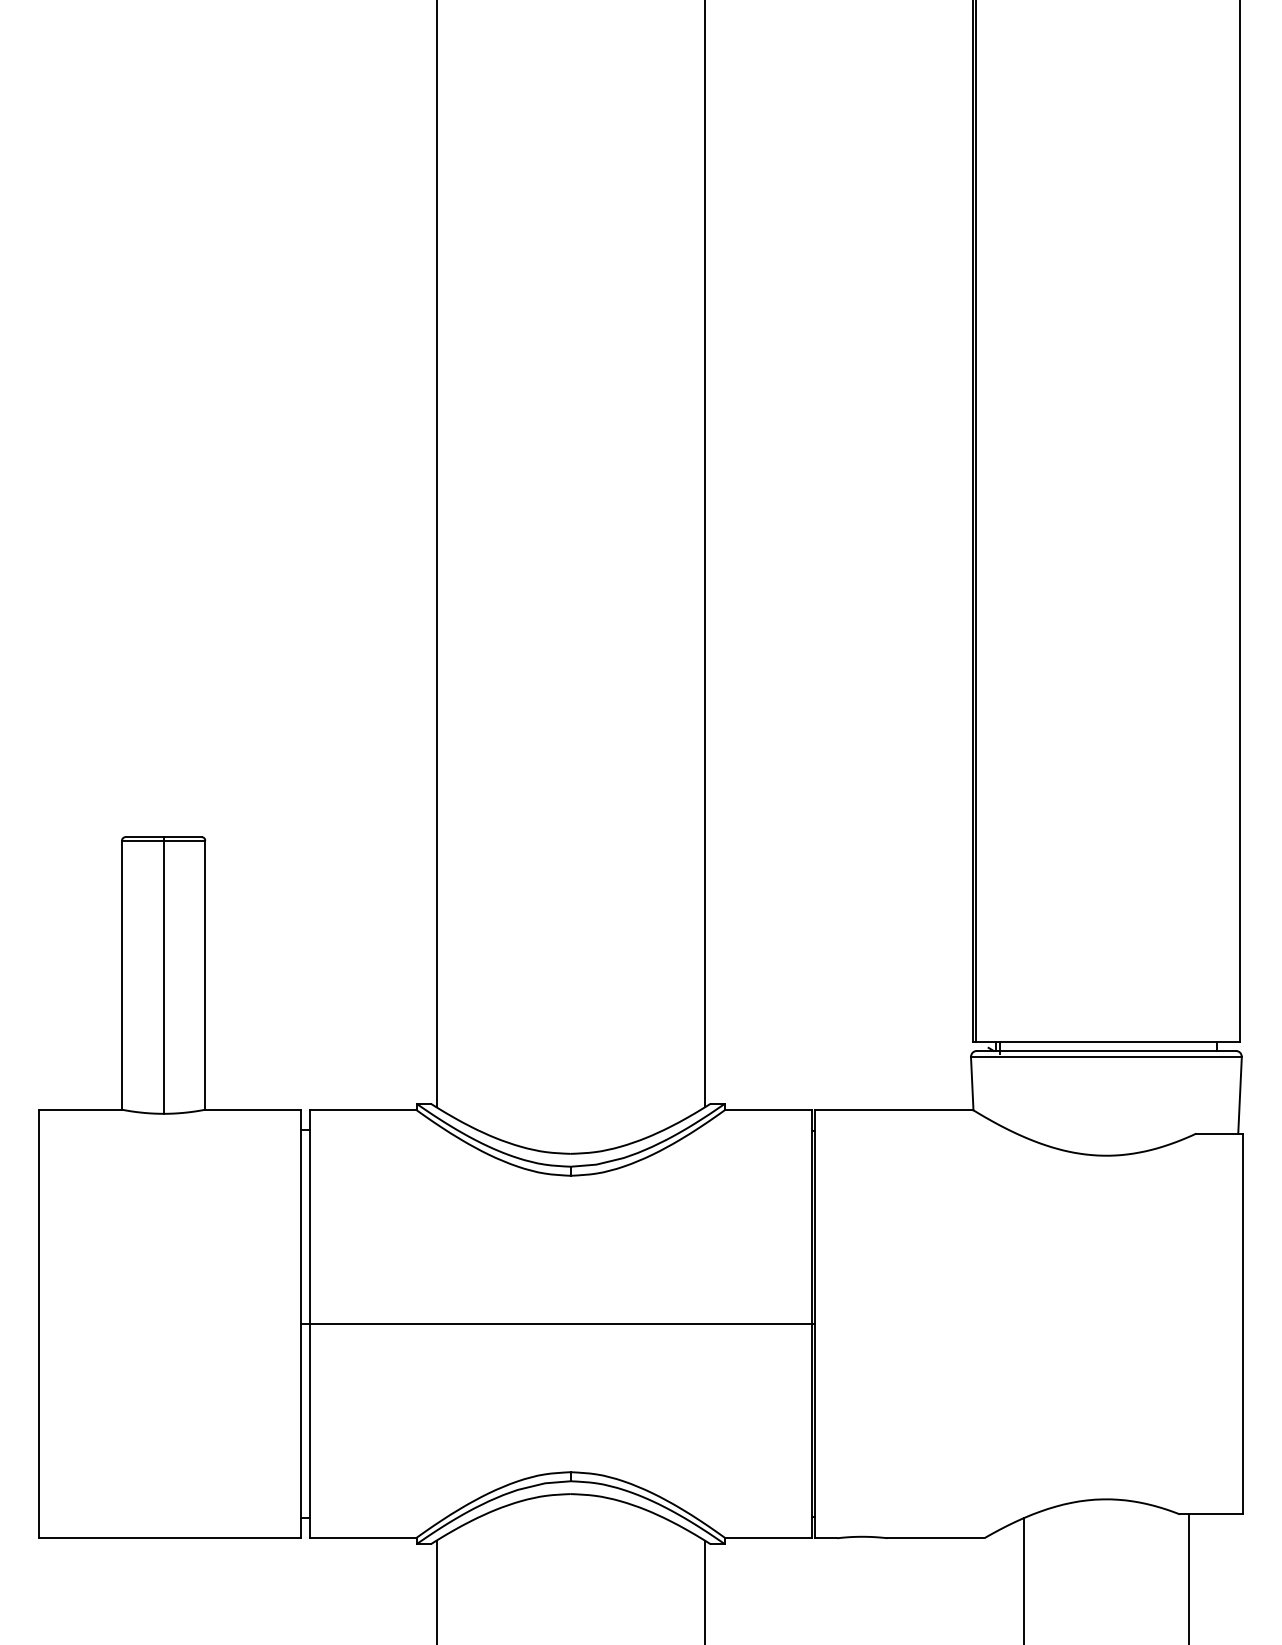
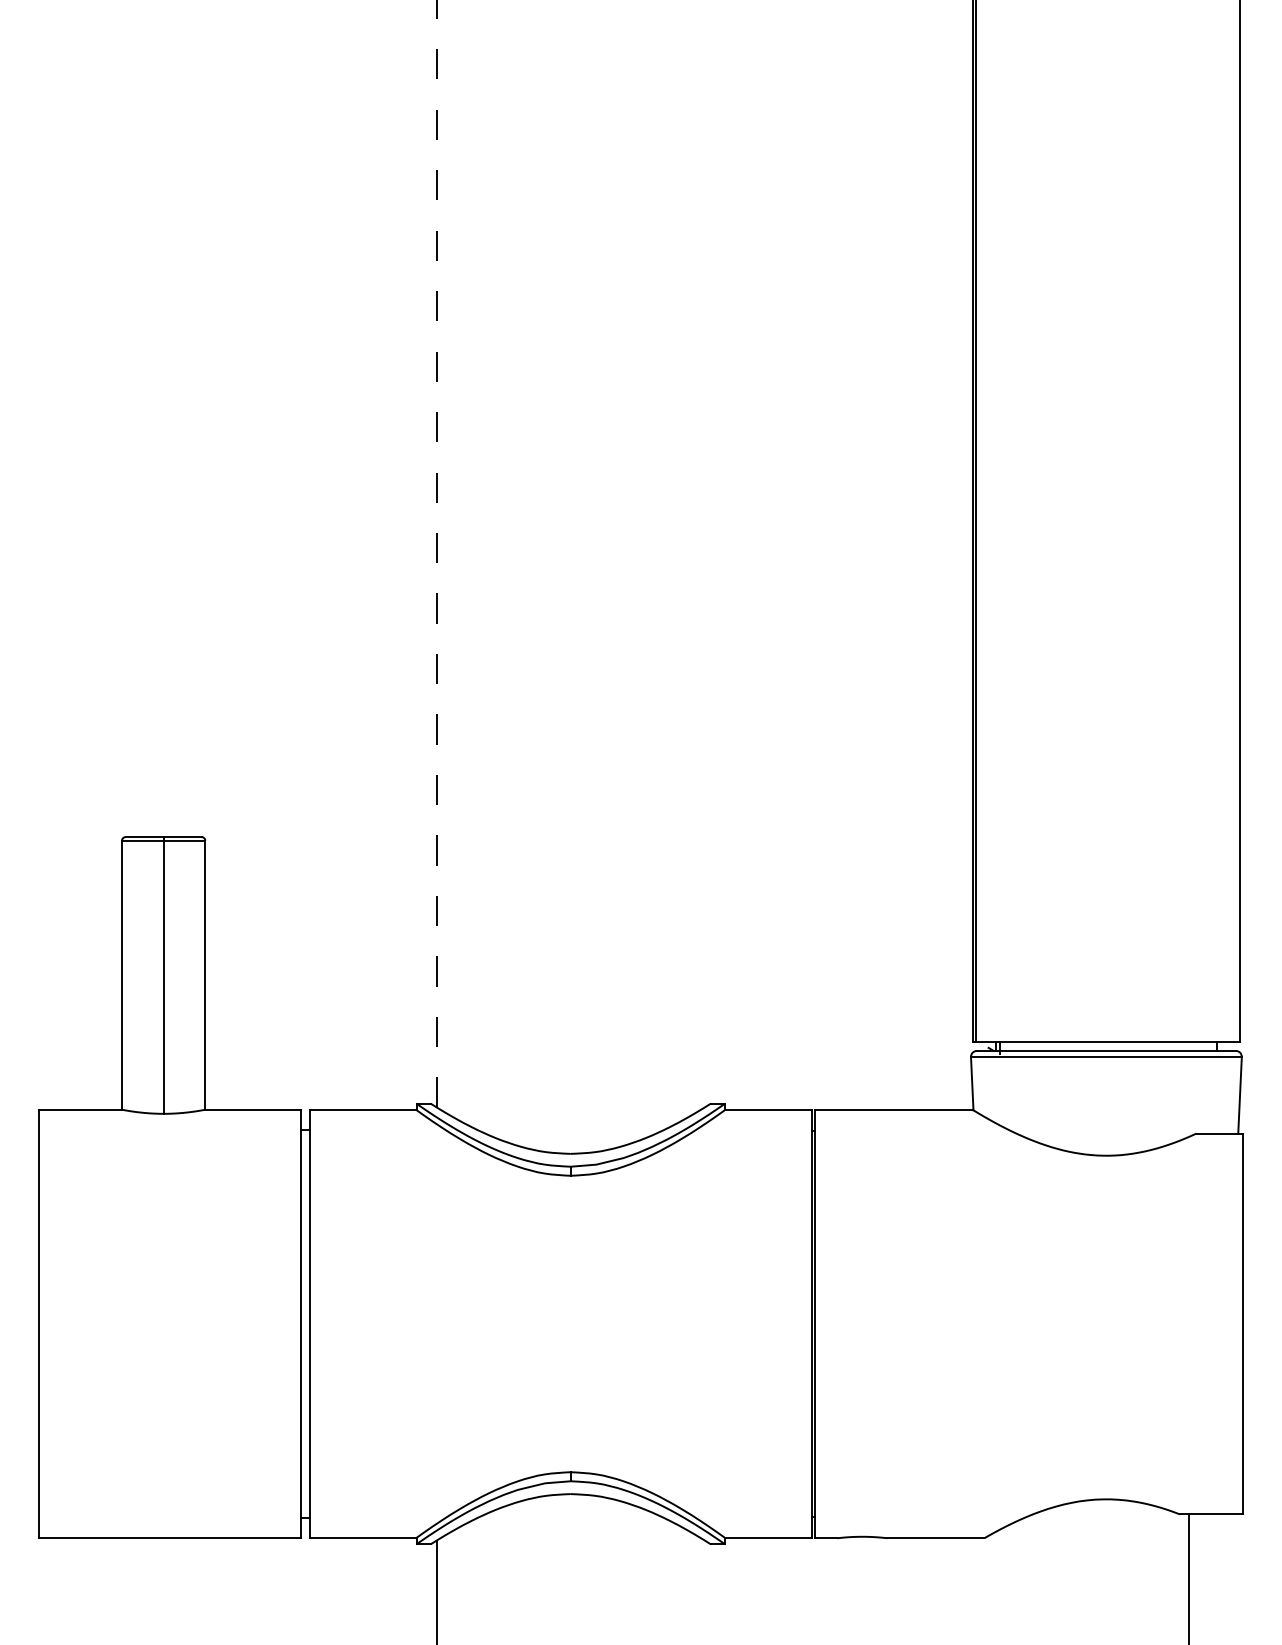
line at (436, 553): solid -> dashed
line at (704, 554): present -> none
line at (557, 1323): present -> none
line at (1024, 1579): present -> none
line at (704, 1590): present -> none
